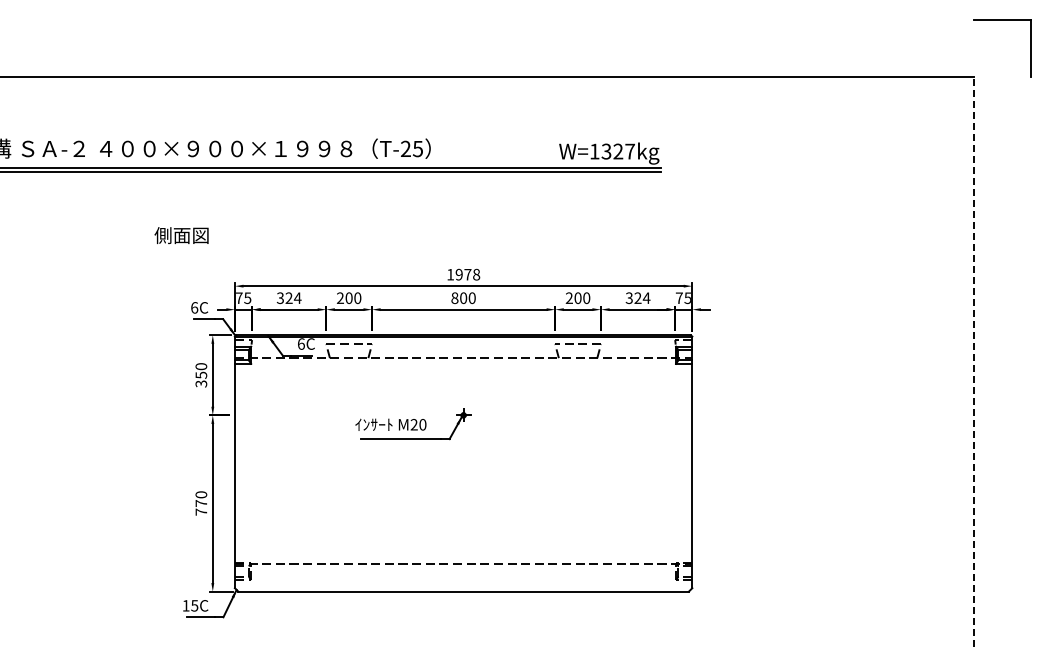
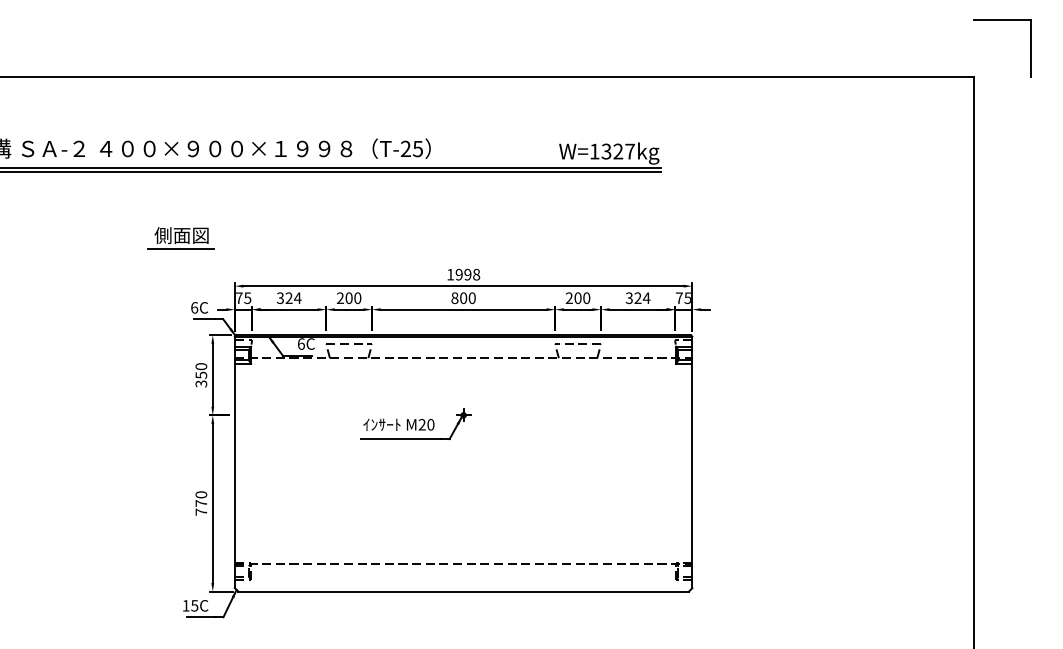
line at (180, 249): none -> present
text at (467, 274): 1978 -> 1998
line at (973, 362): dashed -> solid
text at (390, 424) position: (390, 424) -> (398, 424)
